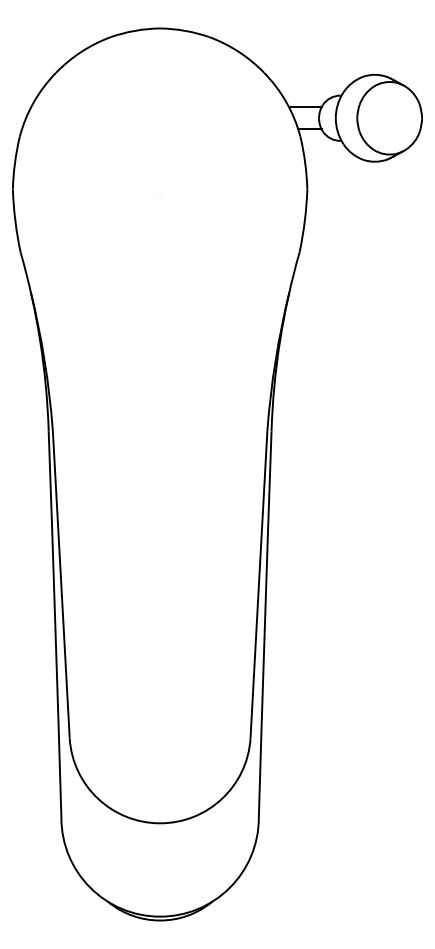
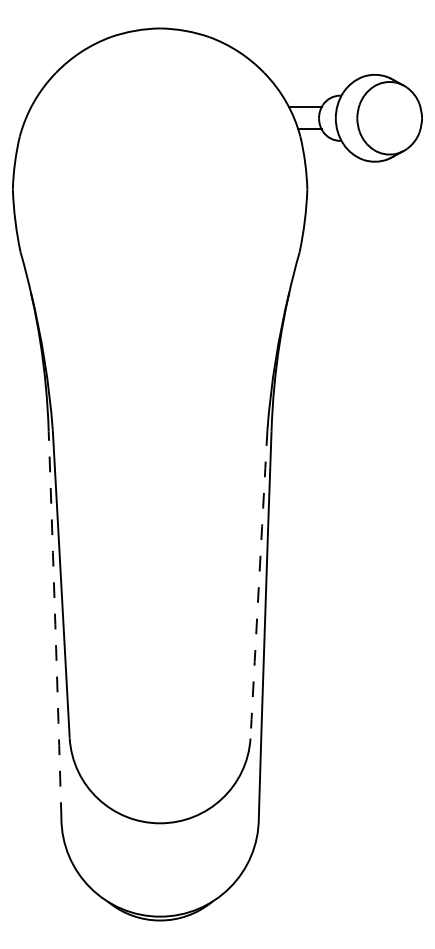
arc at (258, 584): solid -> dashed
arc at (55, 624): solid -> dashed
